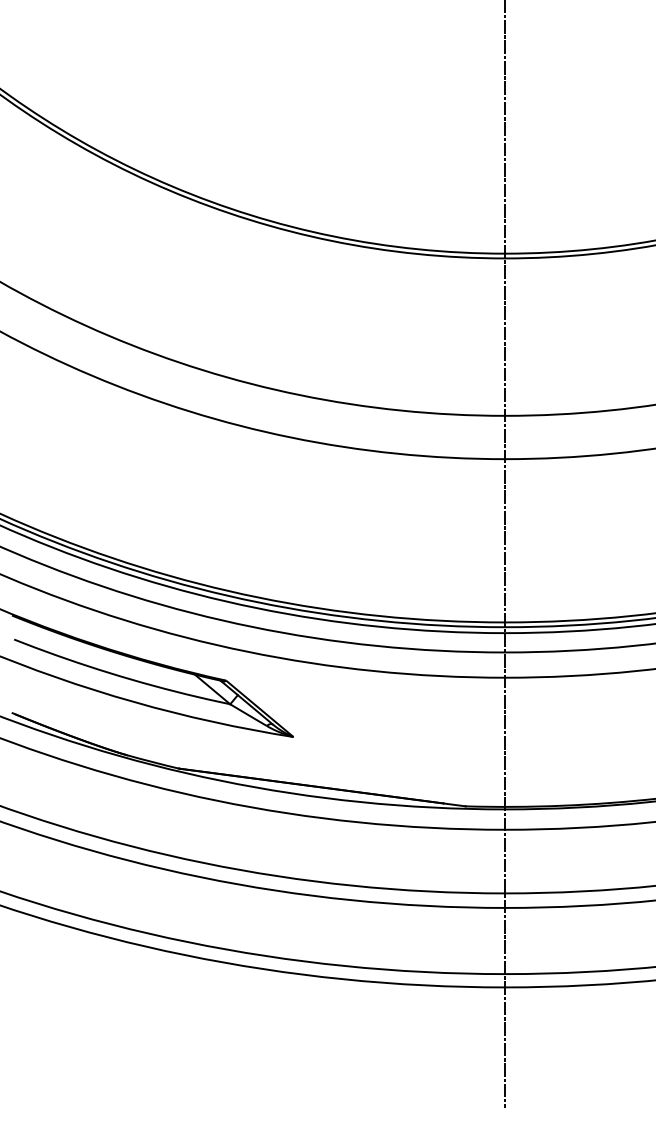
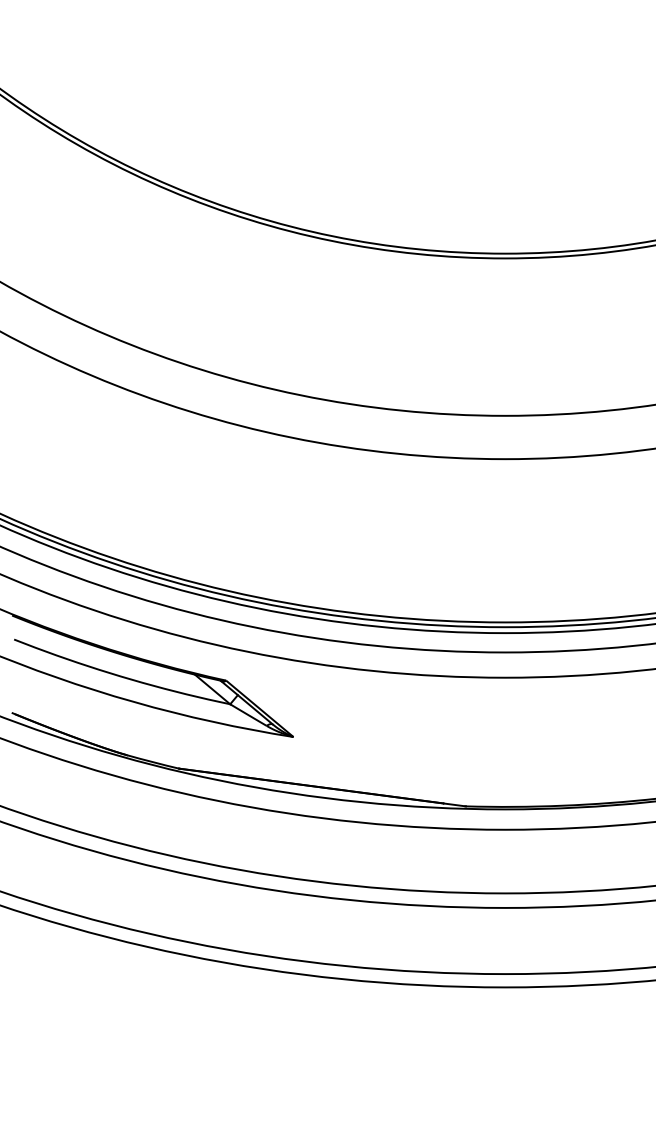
line at (505, 554): present -> none
